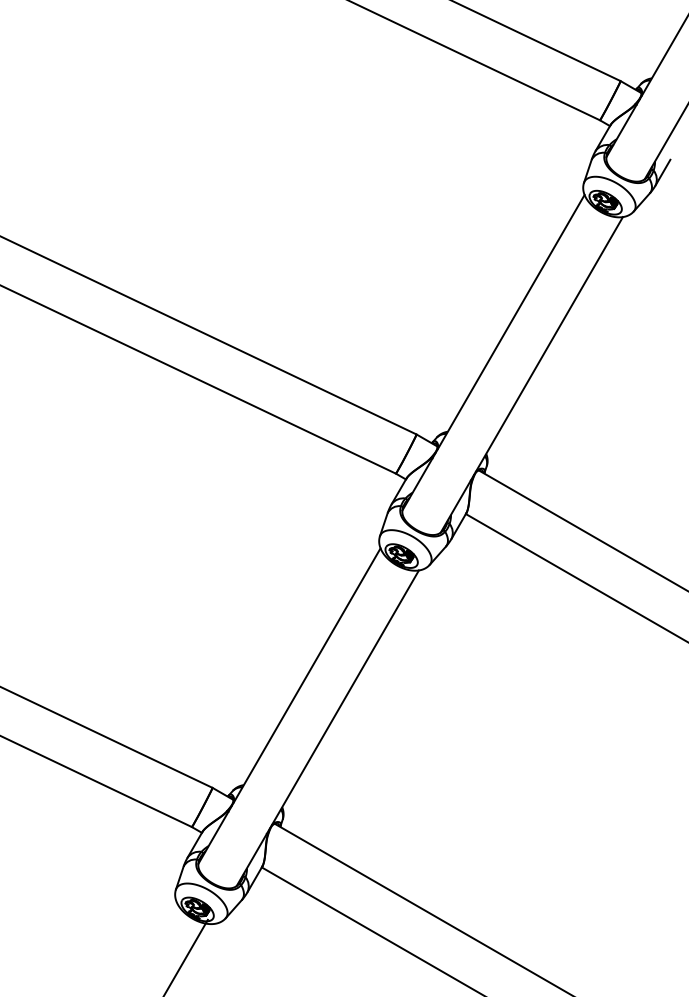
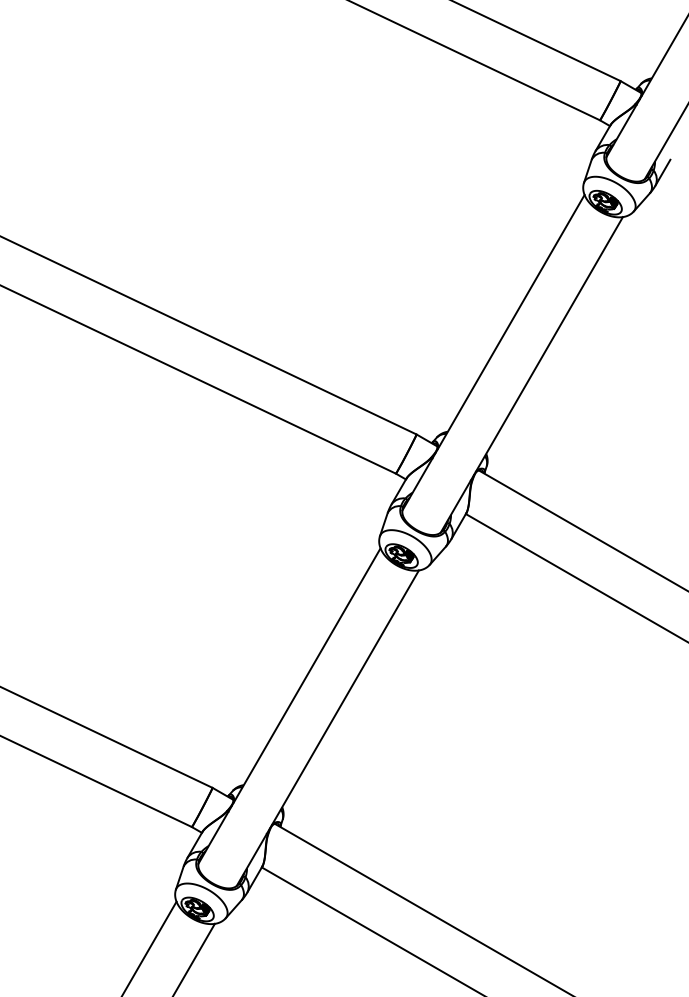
line at (149, 947): none -> present
line at (186, 956) position: (186, 956) -> (194, 958)
